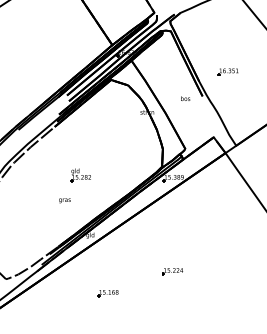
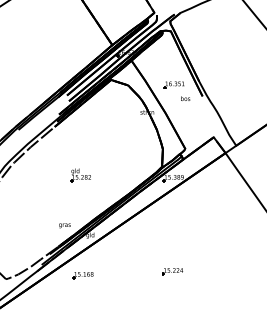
part at (227, 71) position: (227, 71) -> (173, 84)
text at (64, 200) position: (64, 200) -> (64, 225)
part at (107, 293) position: (107, 293) -> (82, 275)
